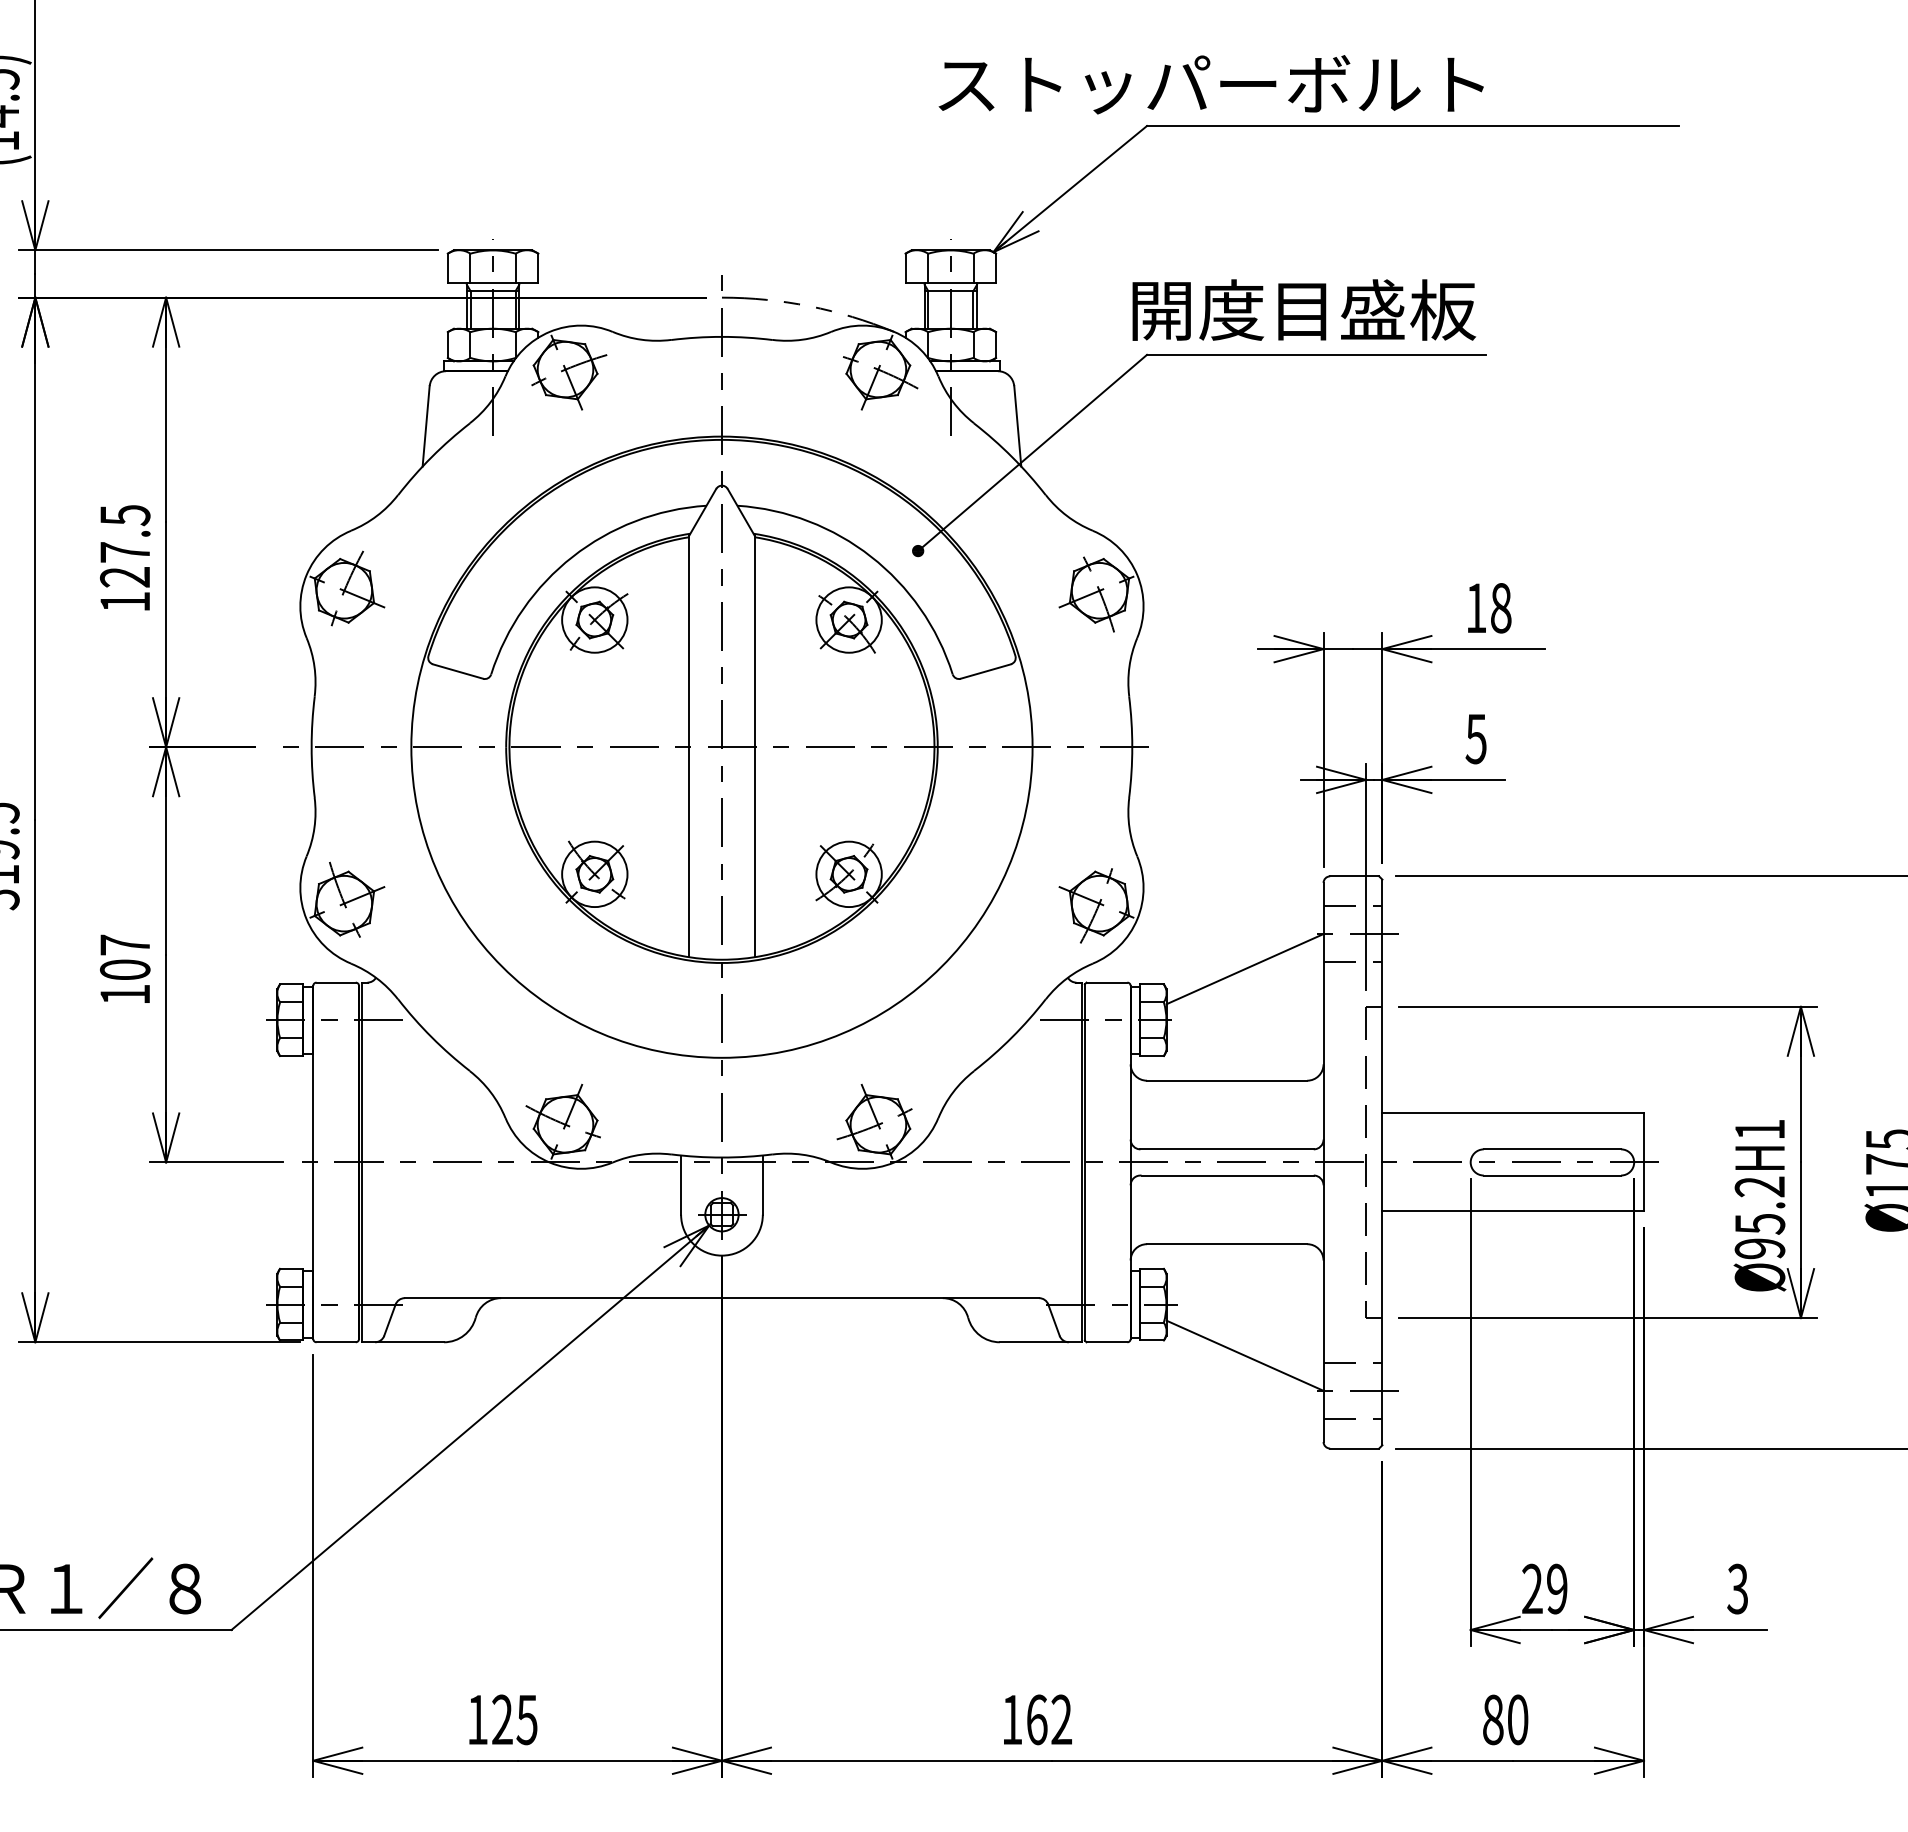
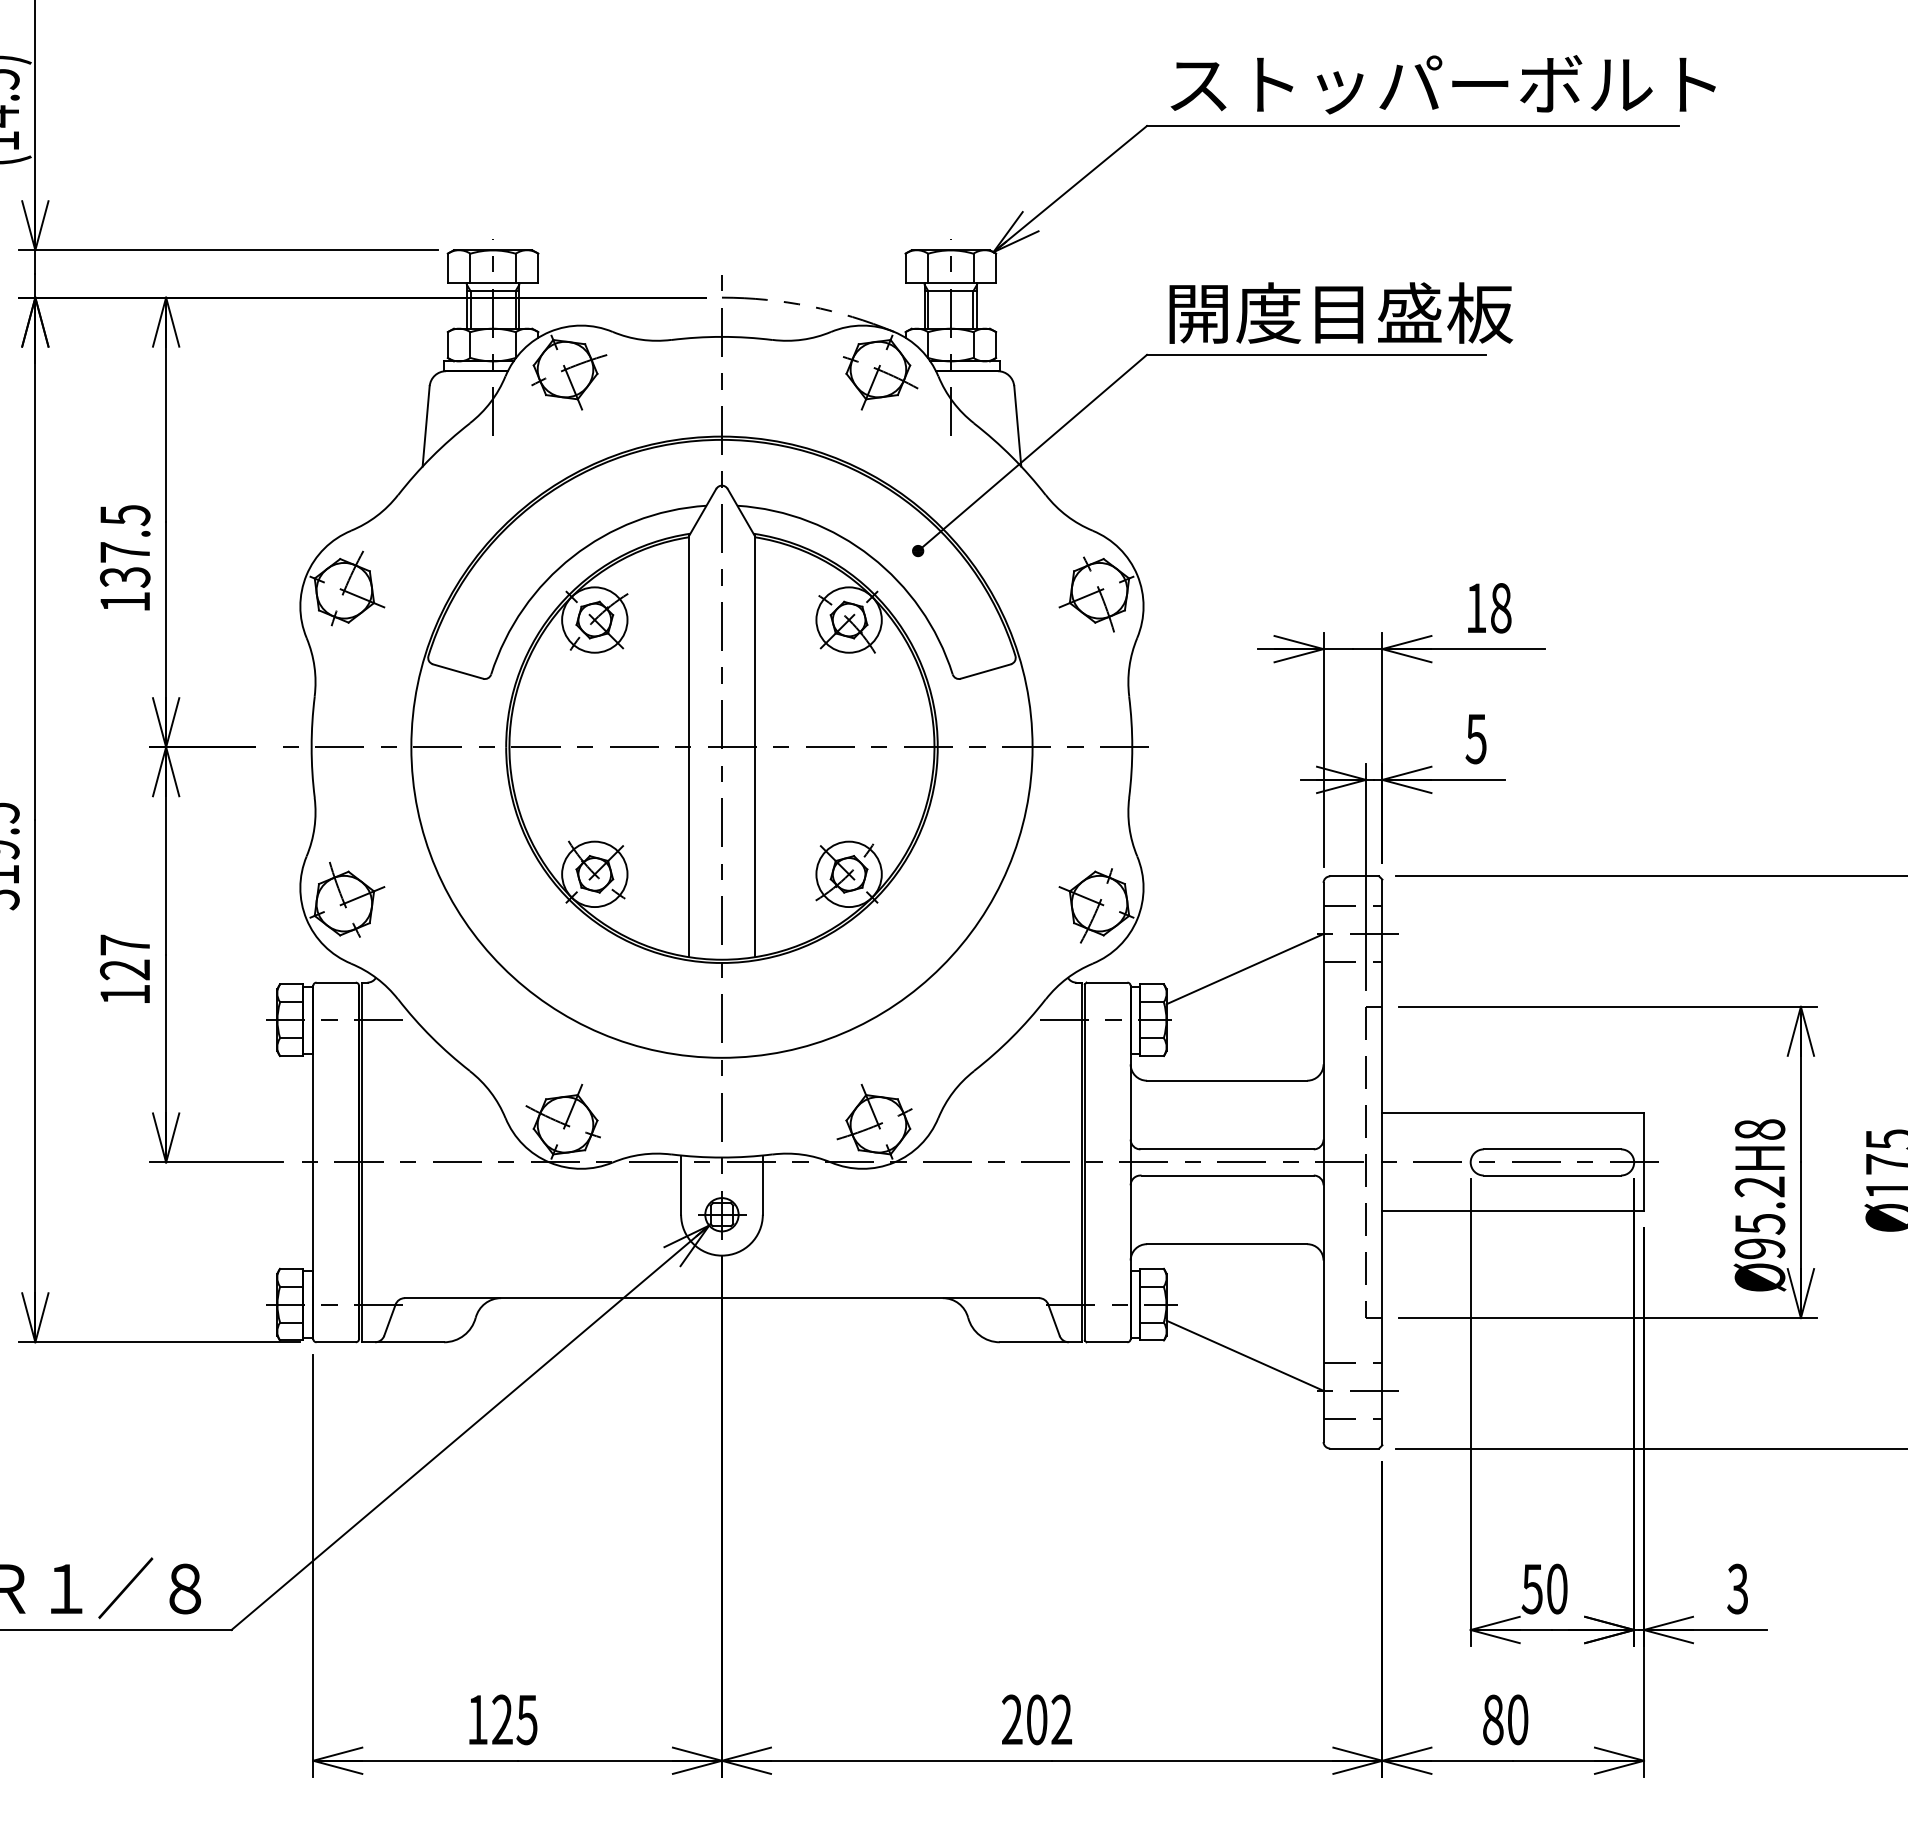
text at (1210, 84) position: (1210, 84) -> (1442, 84)
text at (1304, 309) position: (1304, 309) -> (1341, 312)
text at (125, 577): 127.5 -> 137.5
text at (125, 969): 107 -> 127
text at (1759, 1129): Ø95.2H1 -> Ø95.2H8
text at (1544, 1588): 29 -> 50
text at (1024, 1719): 162 -> 202
